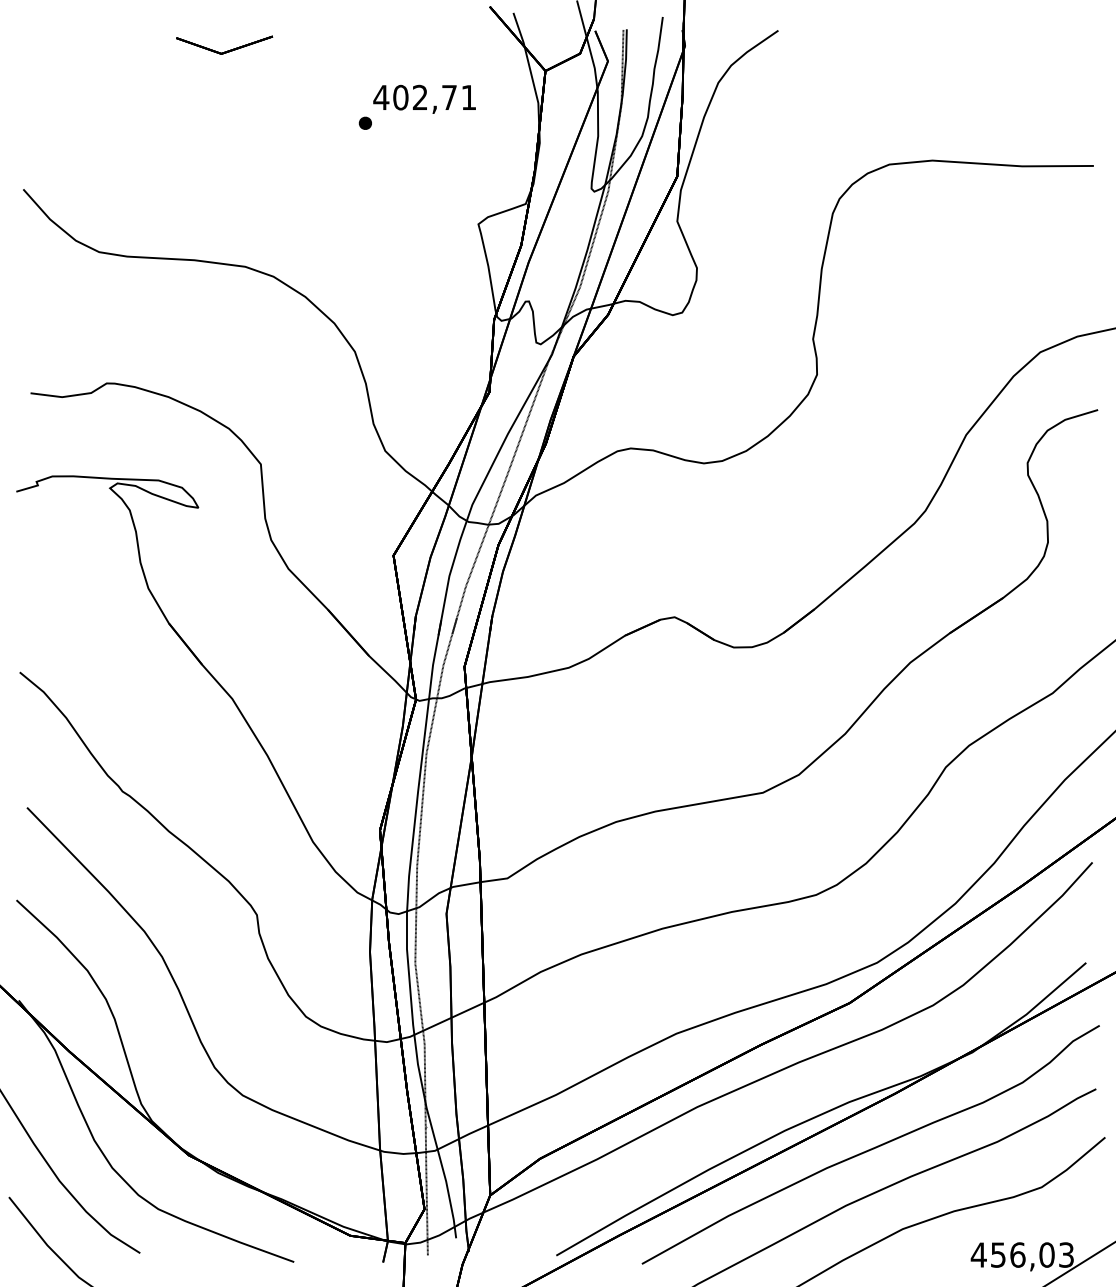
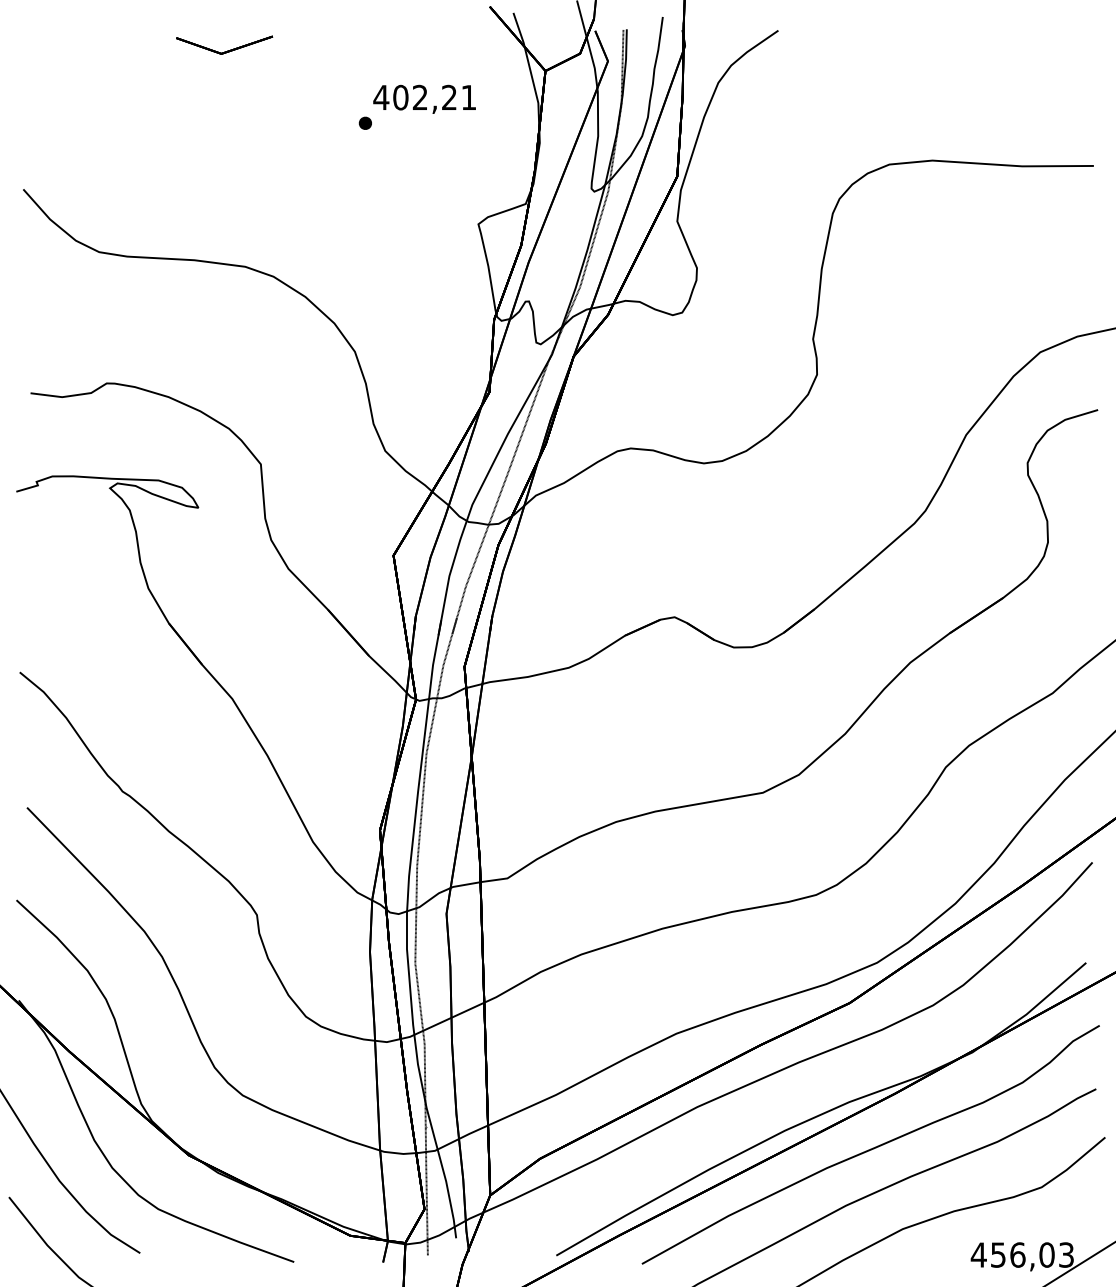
text at (449, 96): 402,71 -> 402,21
